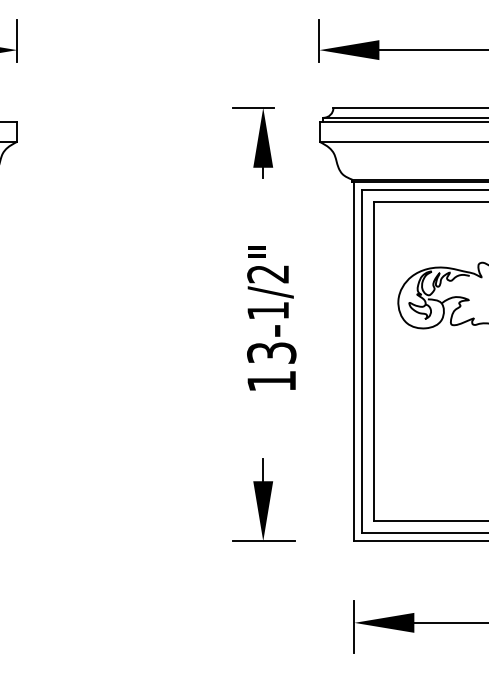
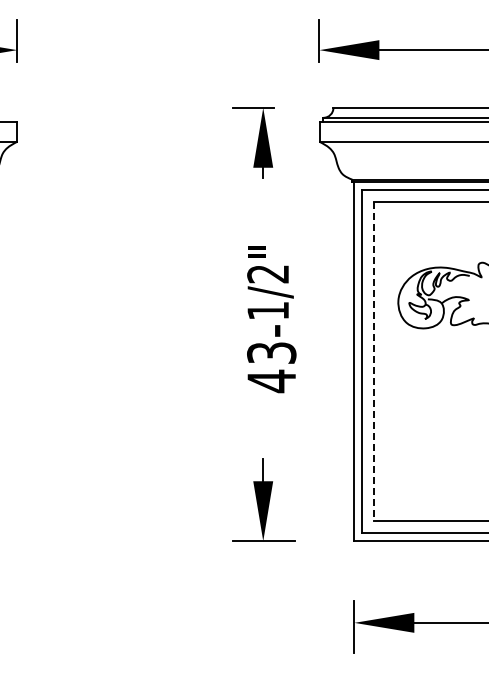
line at (374, 361): solid -> dashed
text at (271, 381): 13- -> 43-
